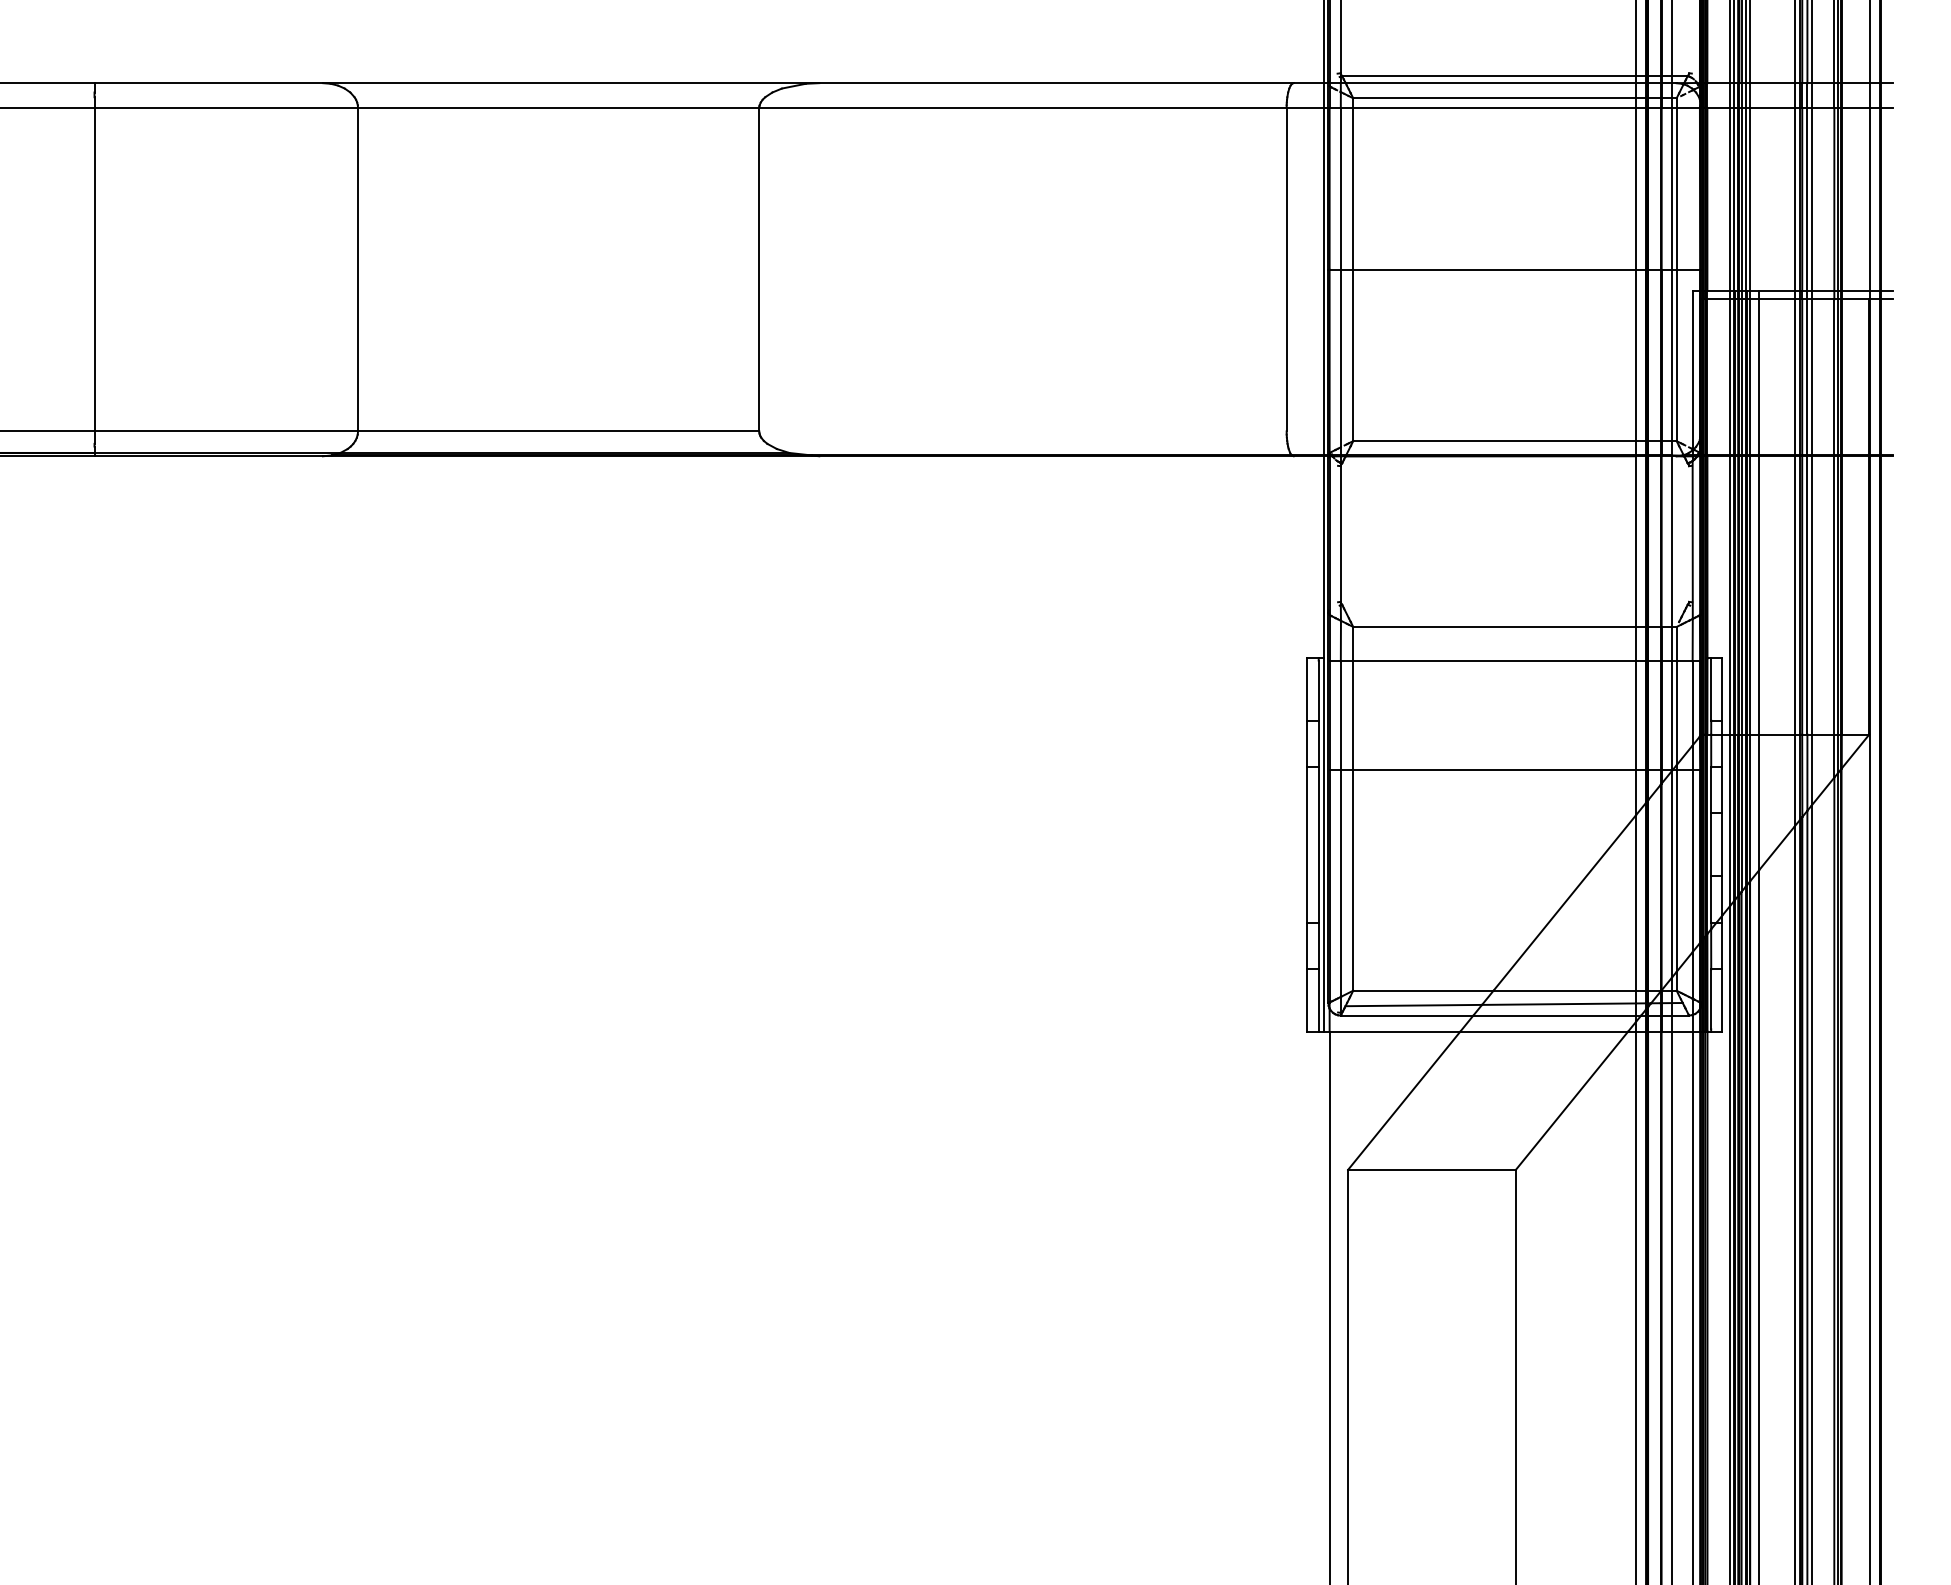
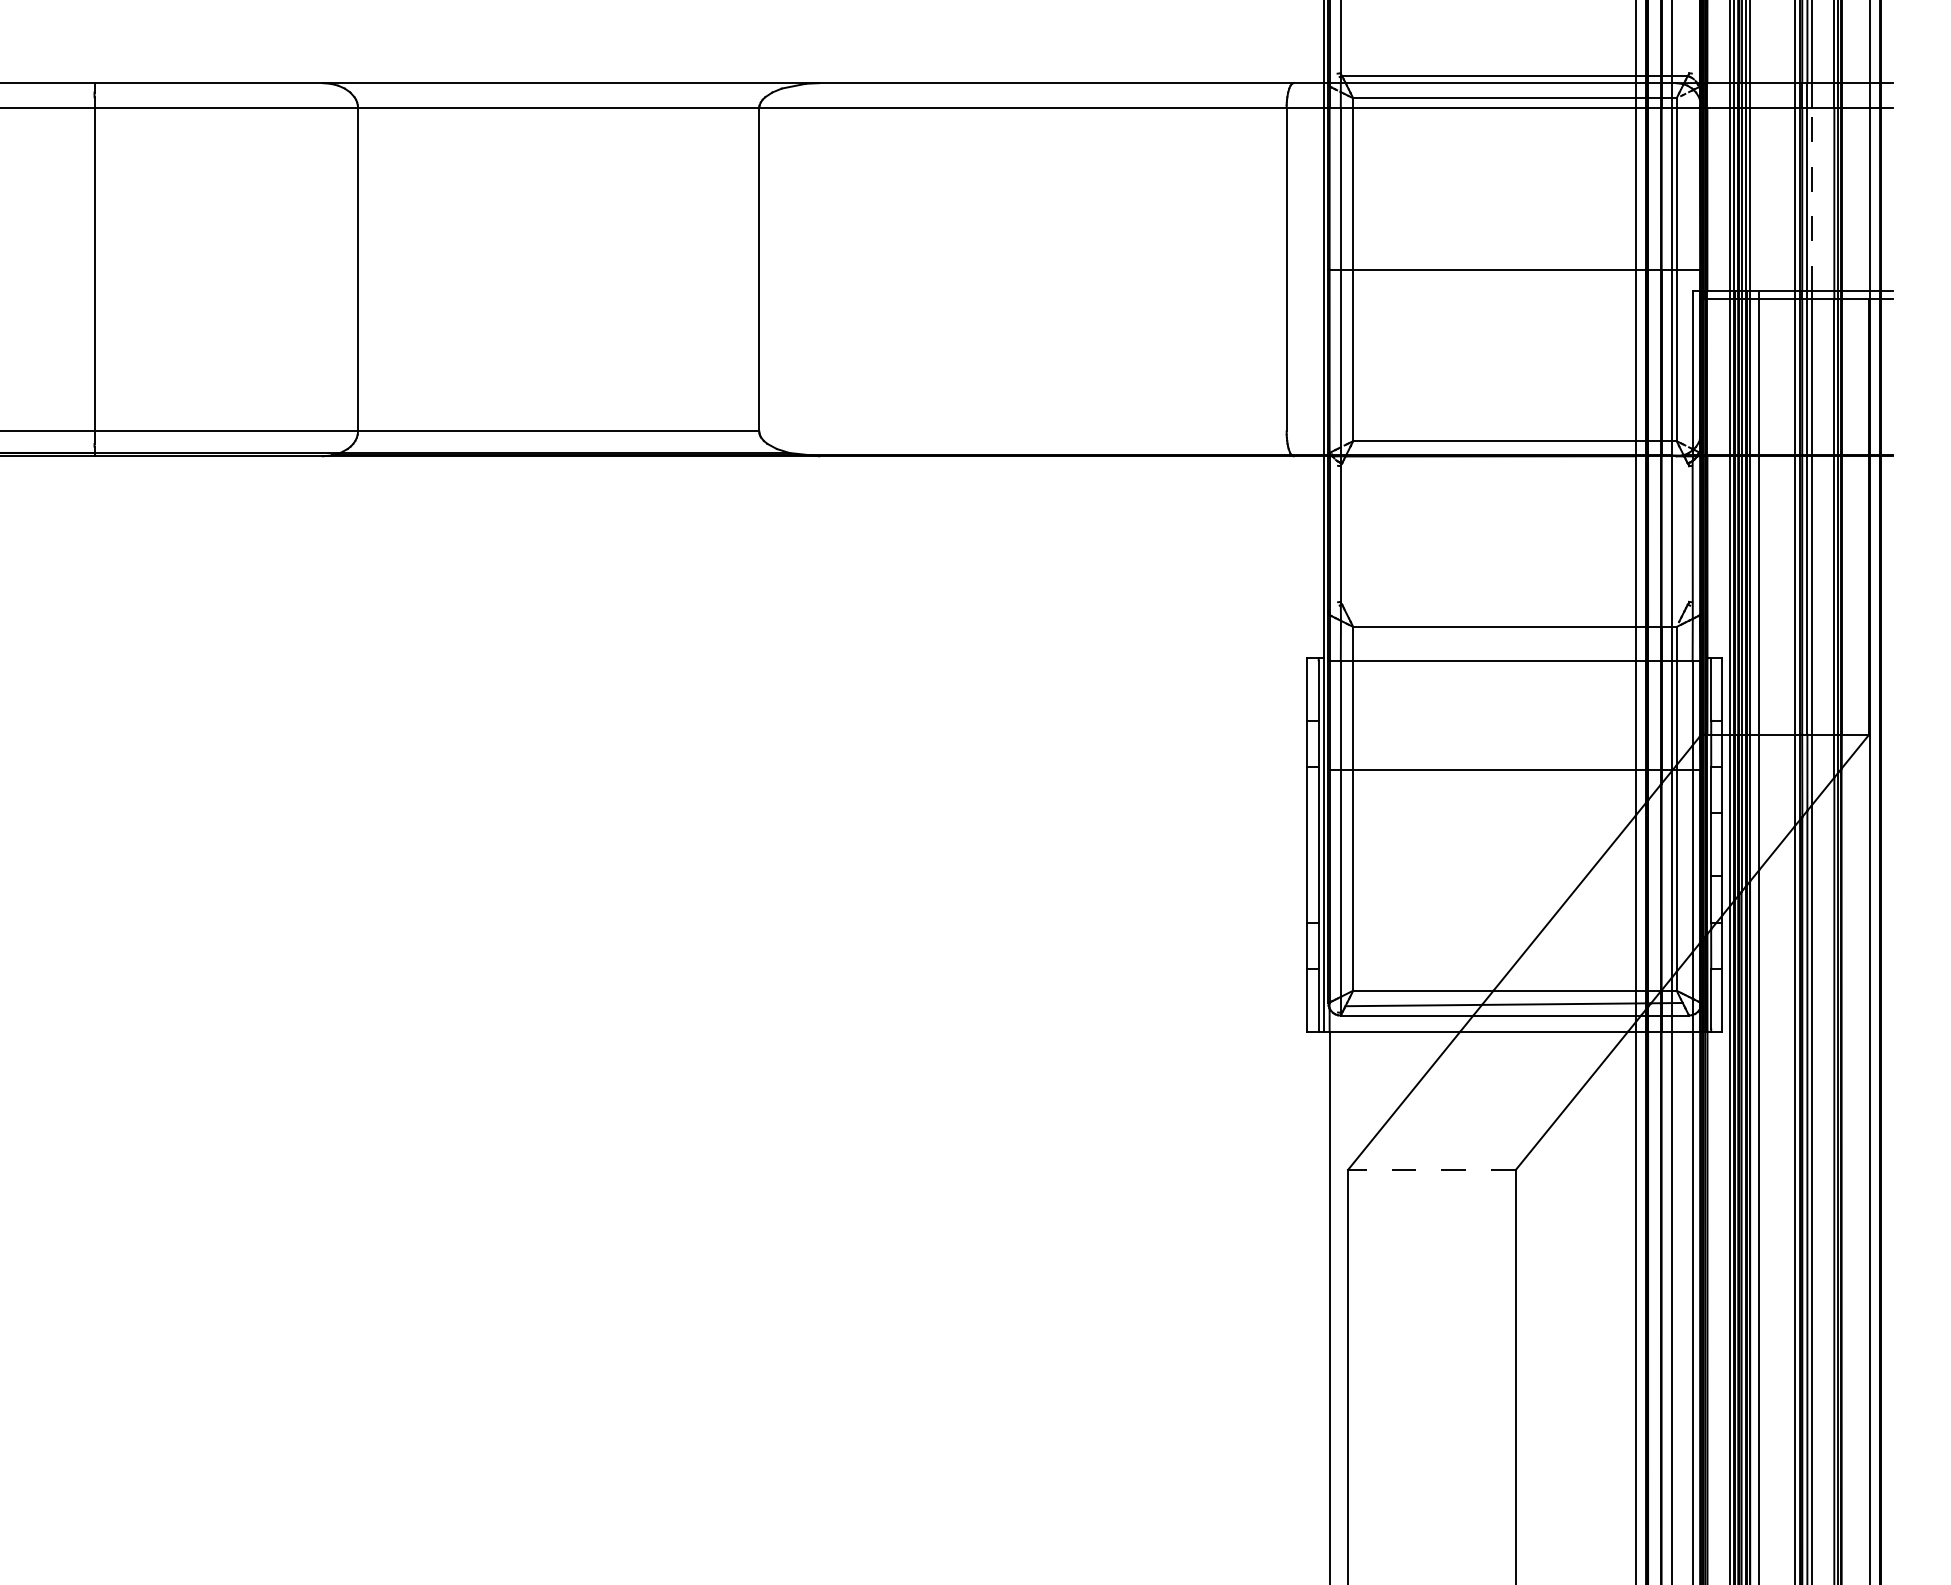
line at (1811, 199): solid -> dashed
line at (1431, 1169): solid -> dashed
